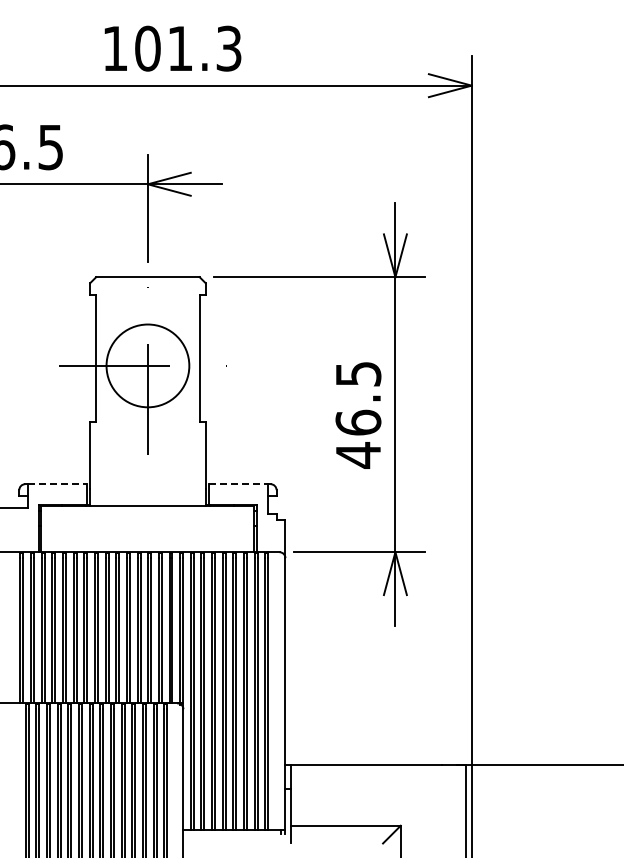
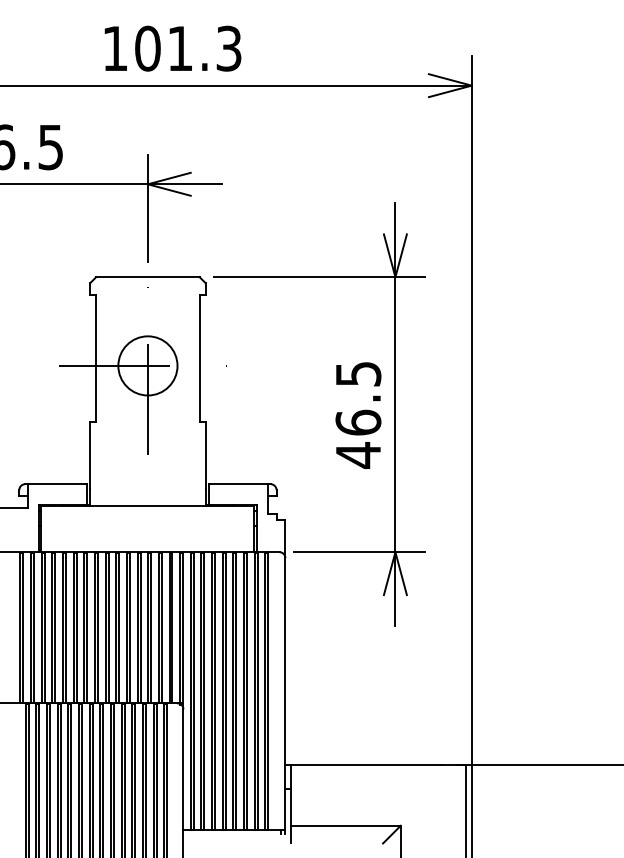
circle at (147, 365) diameter: 83 px -> 59 px
line at (57, 484): dashed -> solid
line at (238, 484): dashed -> solid
